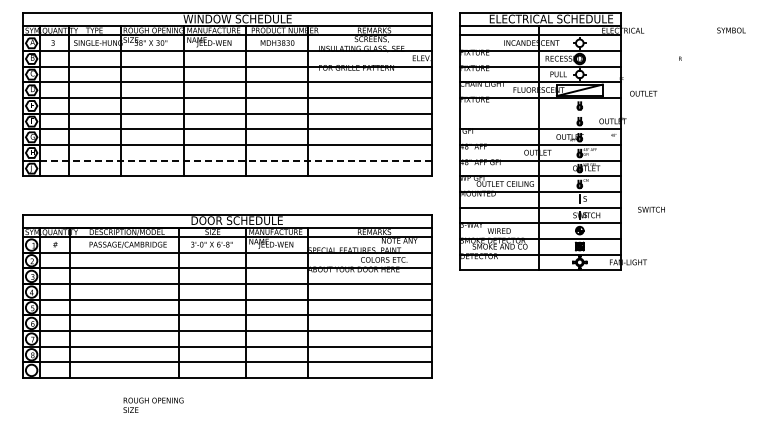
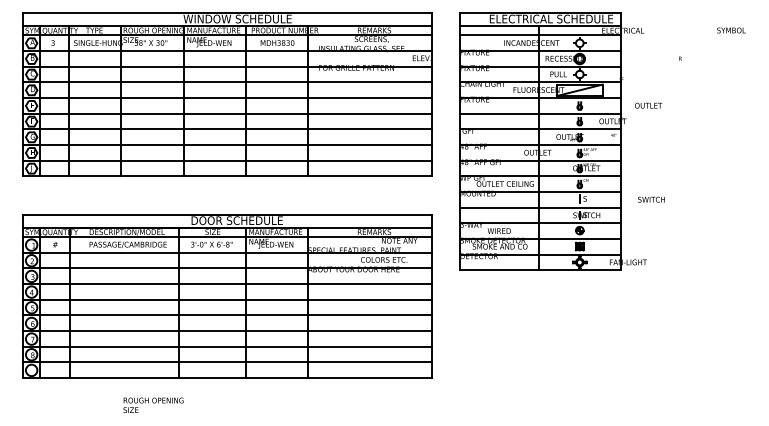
text at (643, 93) position: (643, 93) -> (648, 105)
line at (539, 113): none -> present
line at (226, 160): dashed -> solid
text at (651, 209) position: (651, 209) -> (651, 199)
